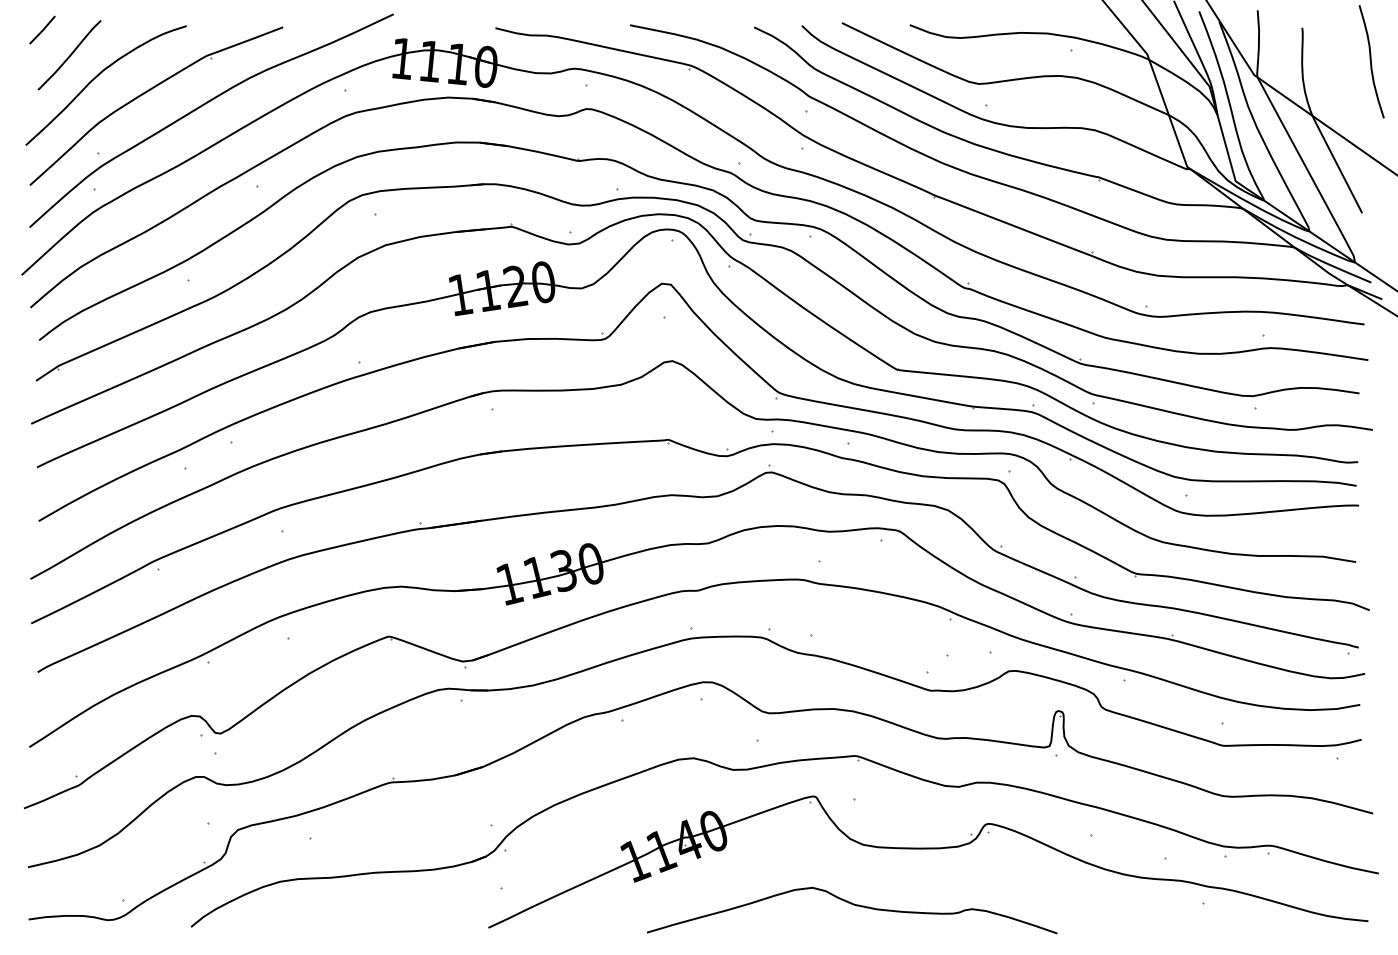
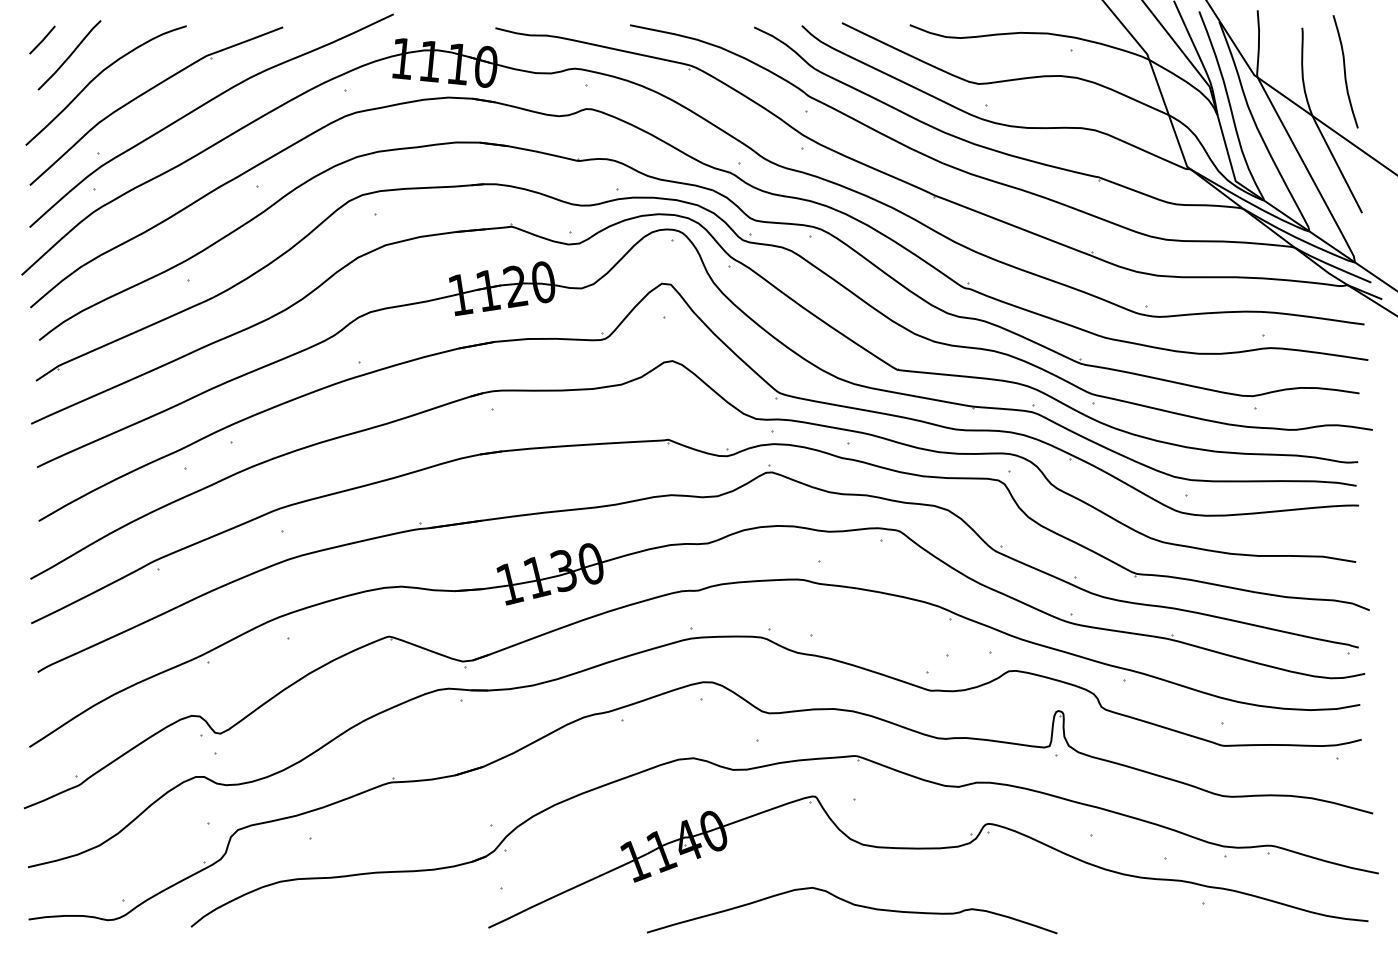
line at (42, 29) position: (42, 29) -> (42, 39)
curve at (1371, 61) position: (1371, 61) -> (1345, 71)
